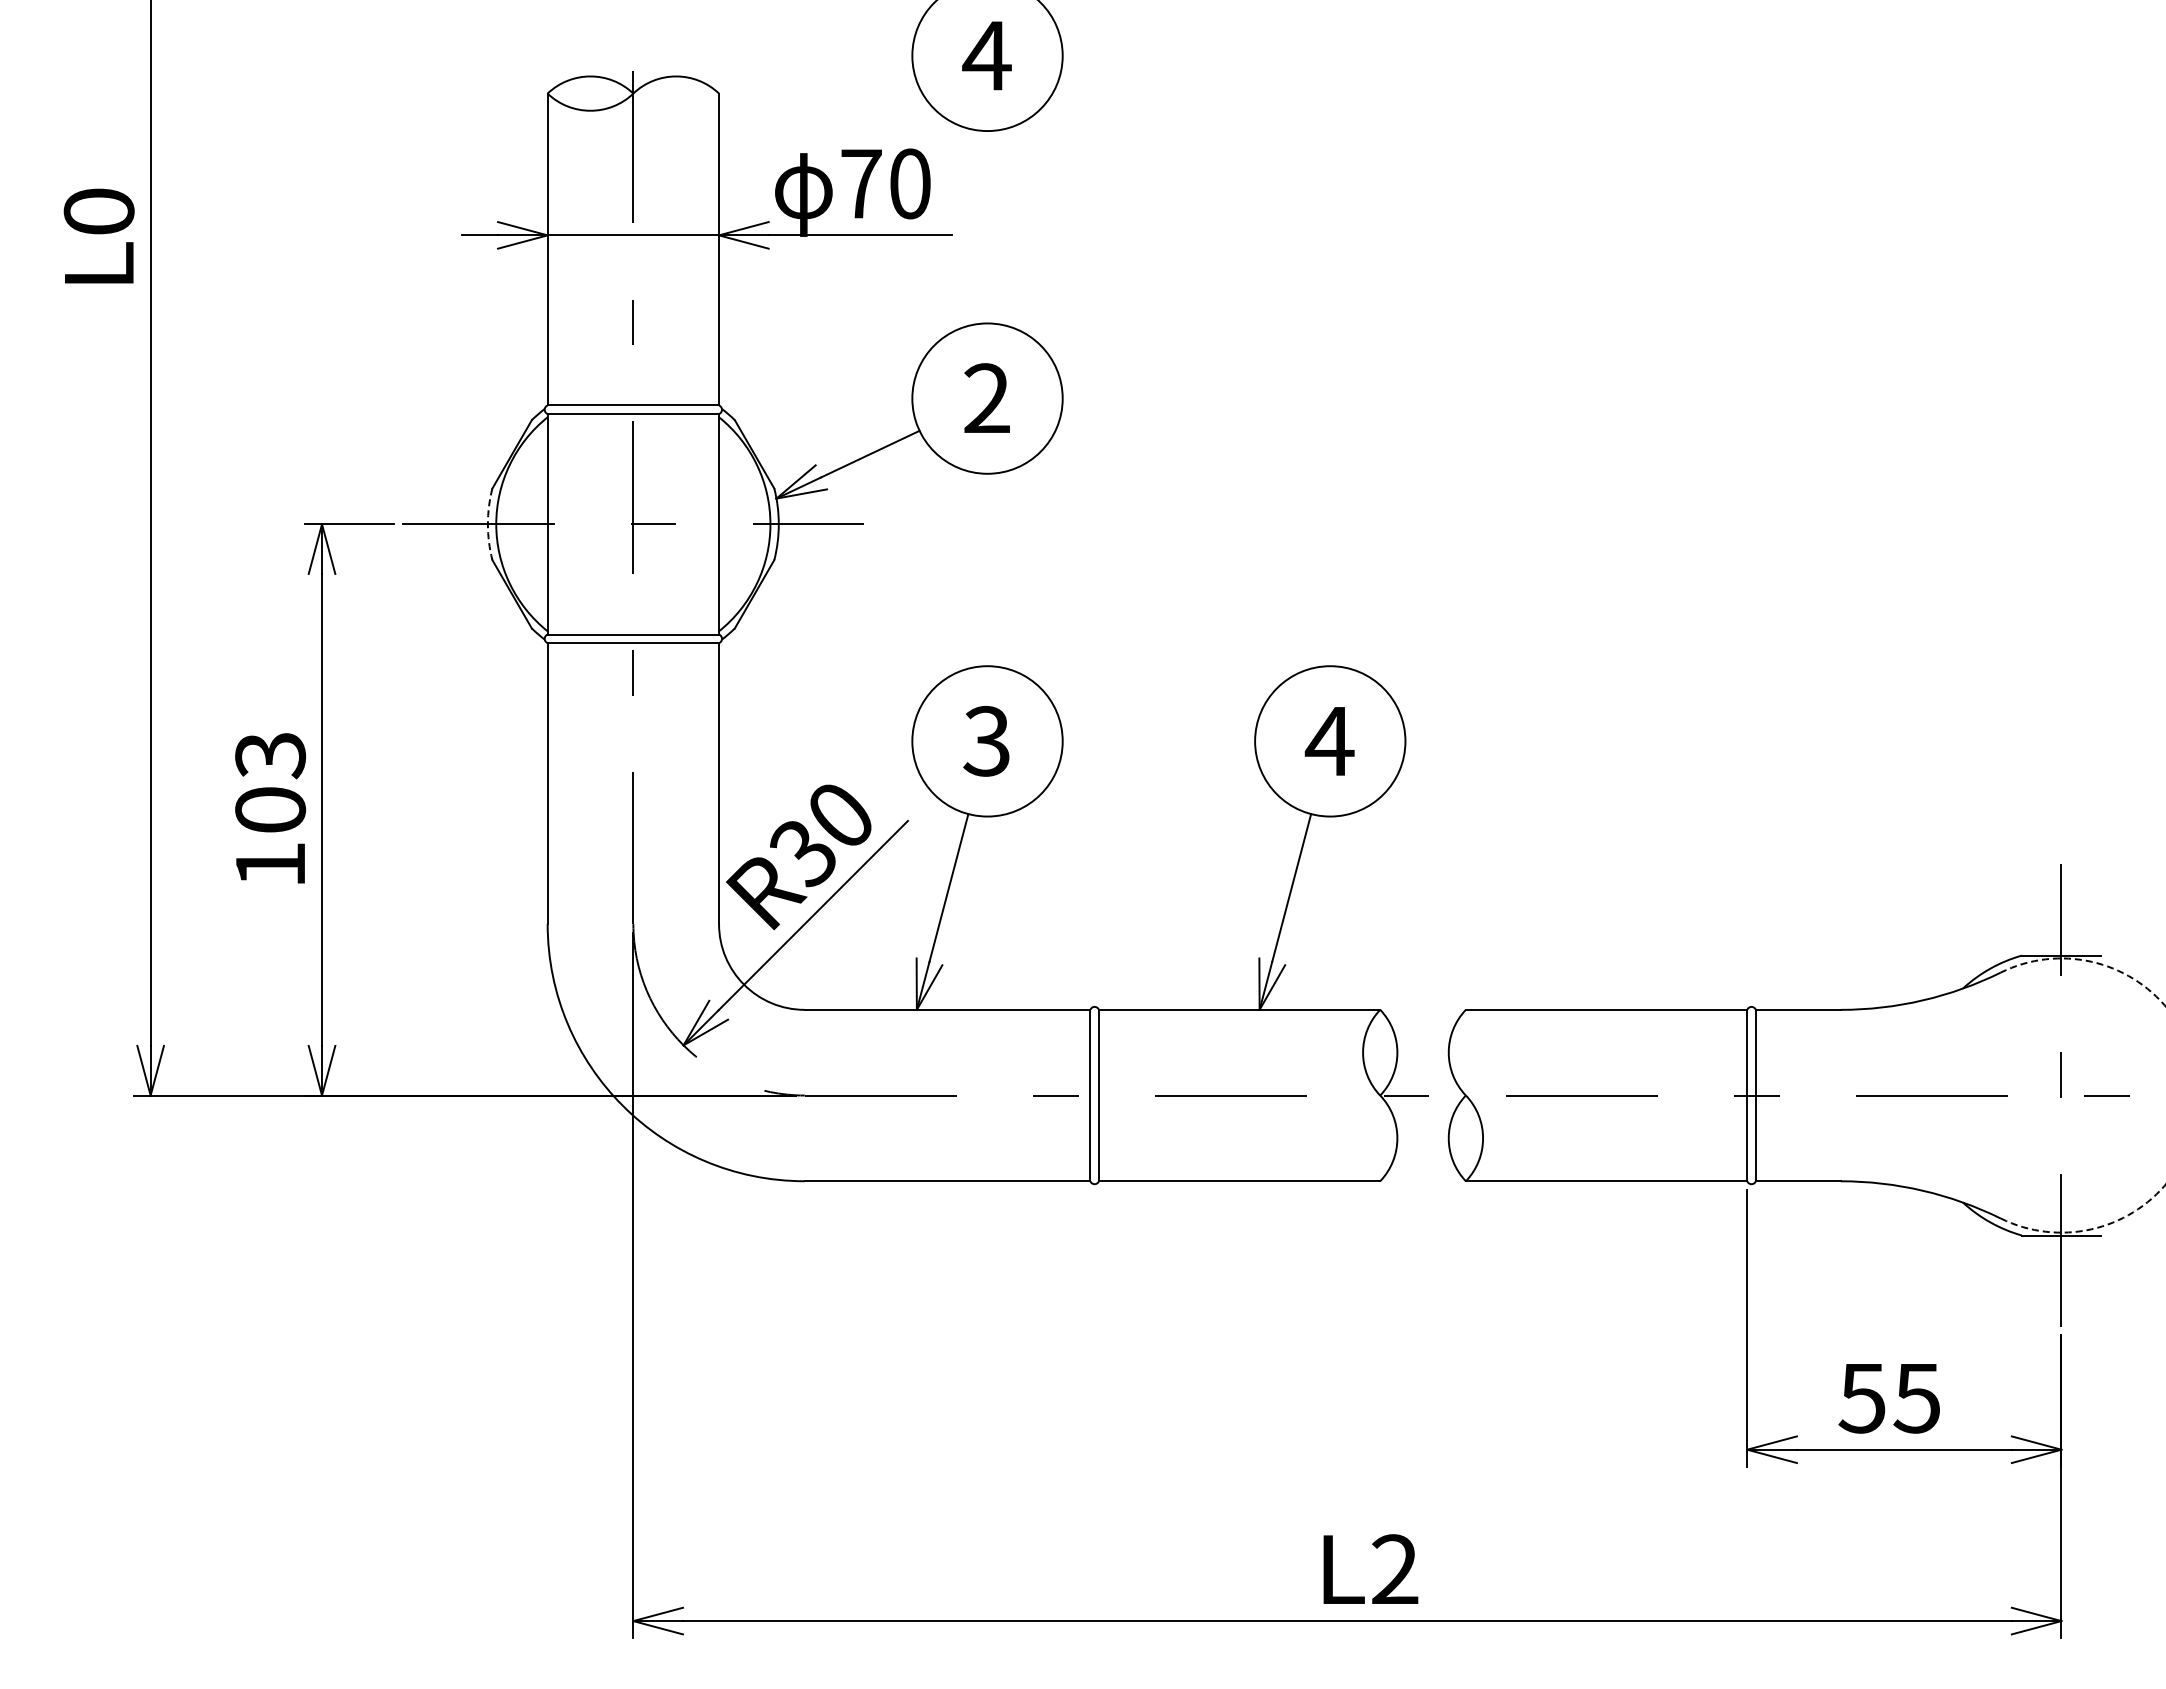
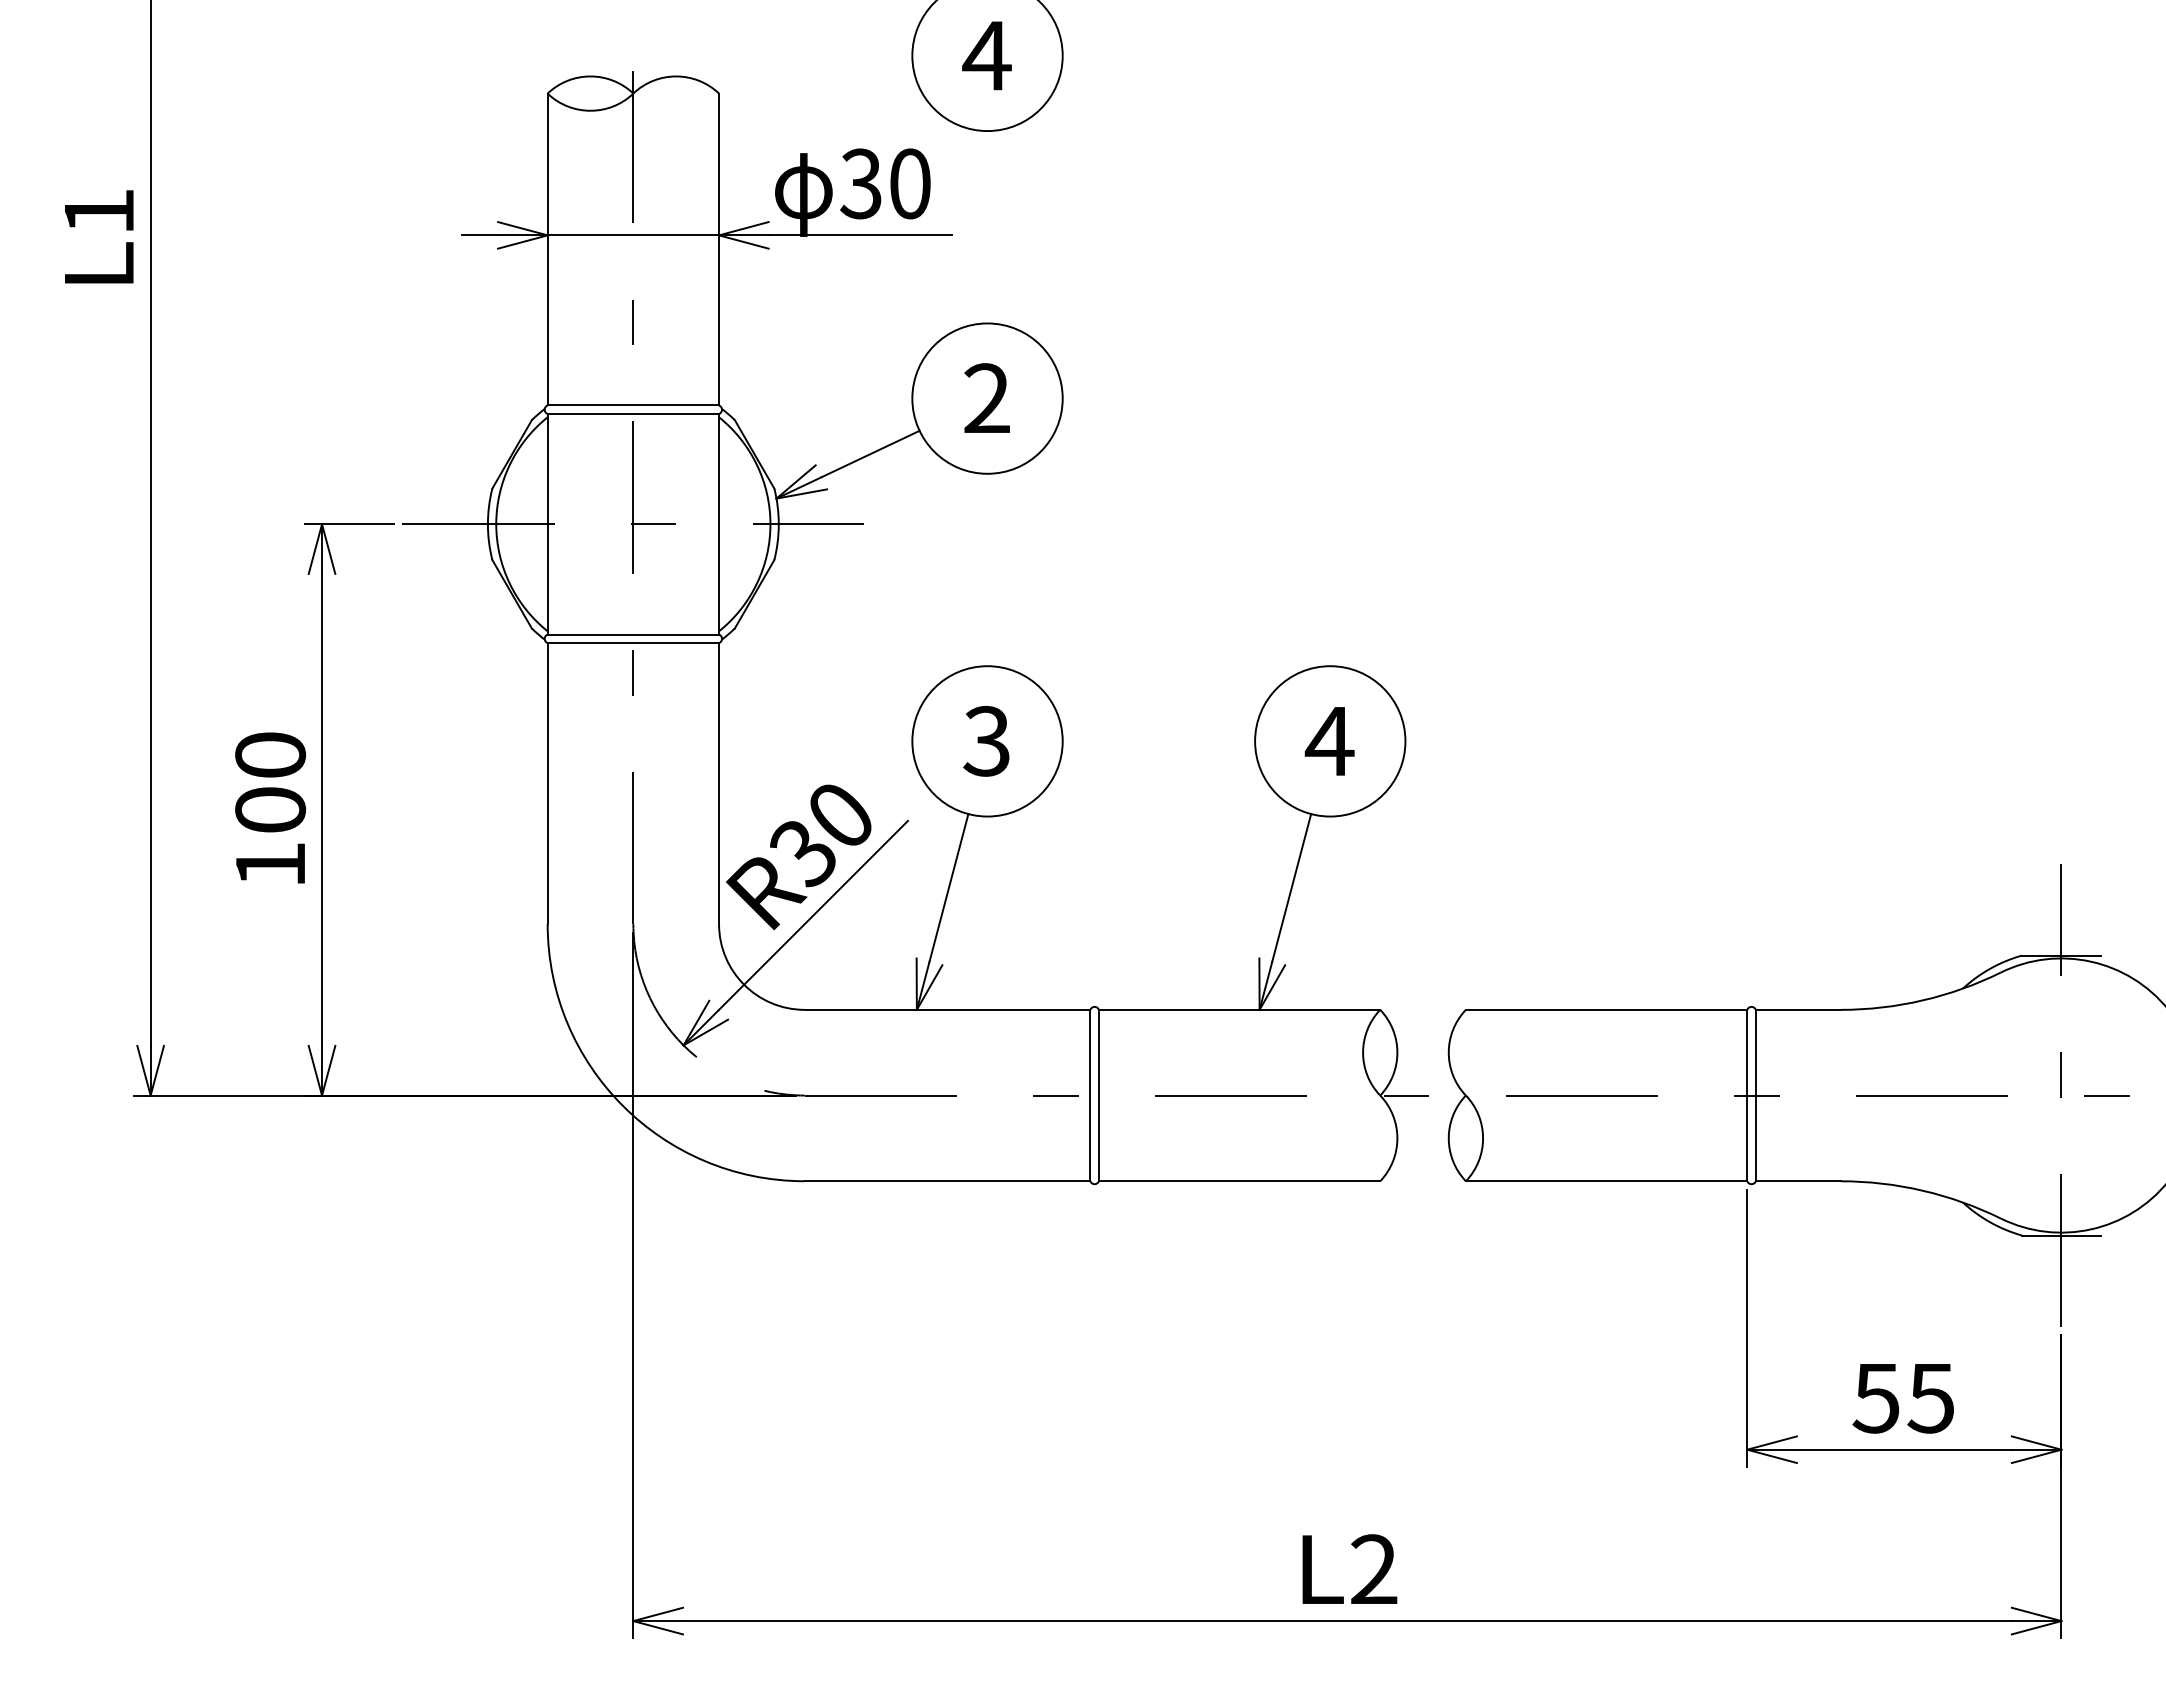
text at (860, 183): 70 -> 30
text at (98, 211): L0 -> L1
arc at (487, 524): dashed -> solid
text at (270, 755): 103 -> 100
arc at (2165, 1006): dashed -> solid
text at (1888, 1398) position: (1888, 1398) -> (1902, 1398)
text at (1370, 1568) position: (1370, 1568) -> (1349, 1568)
